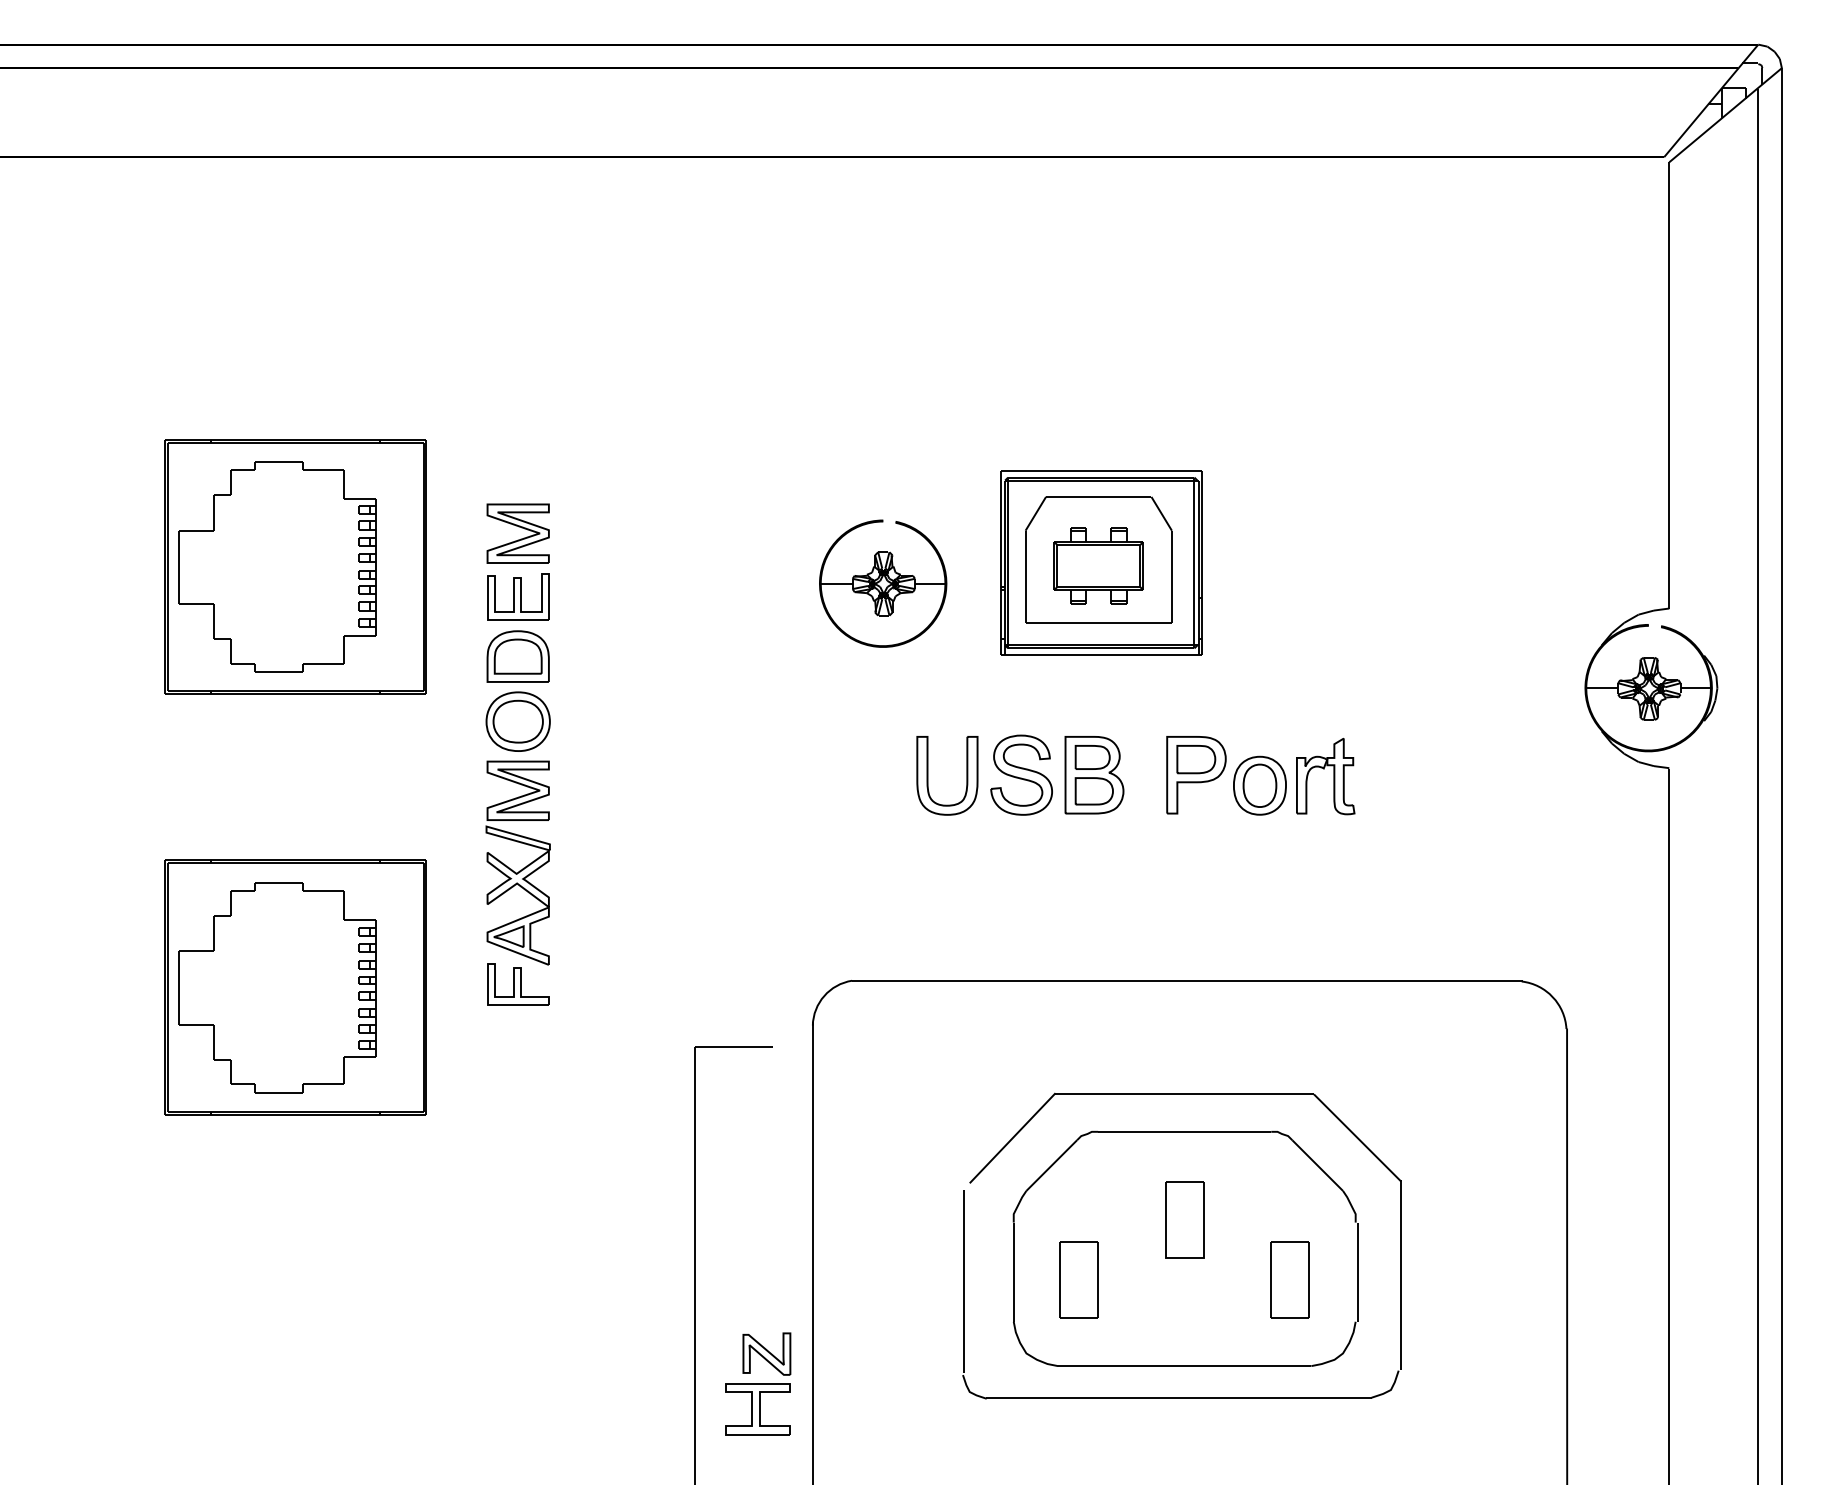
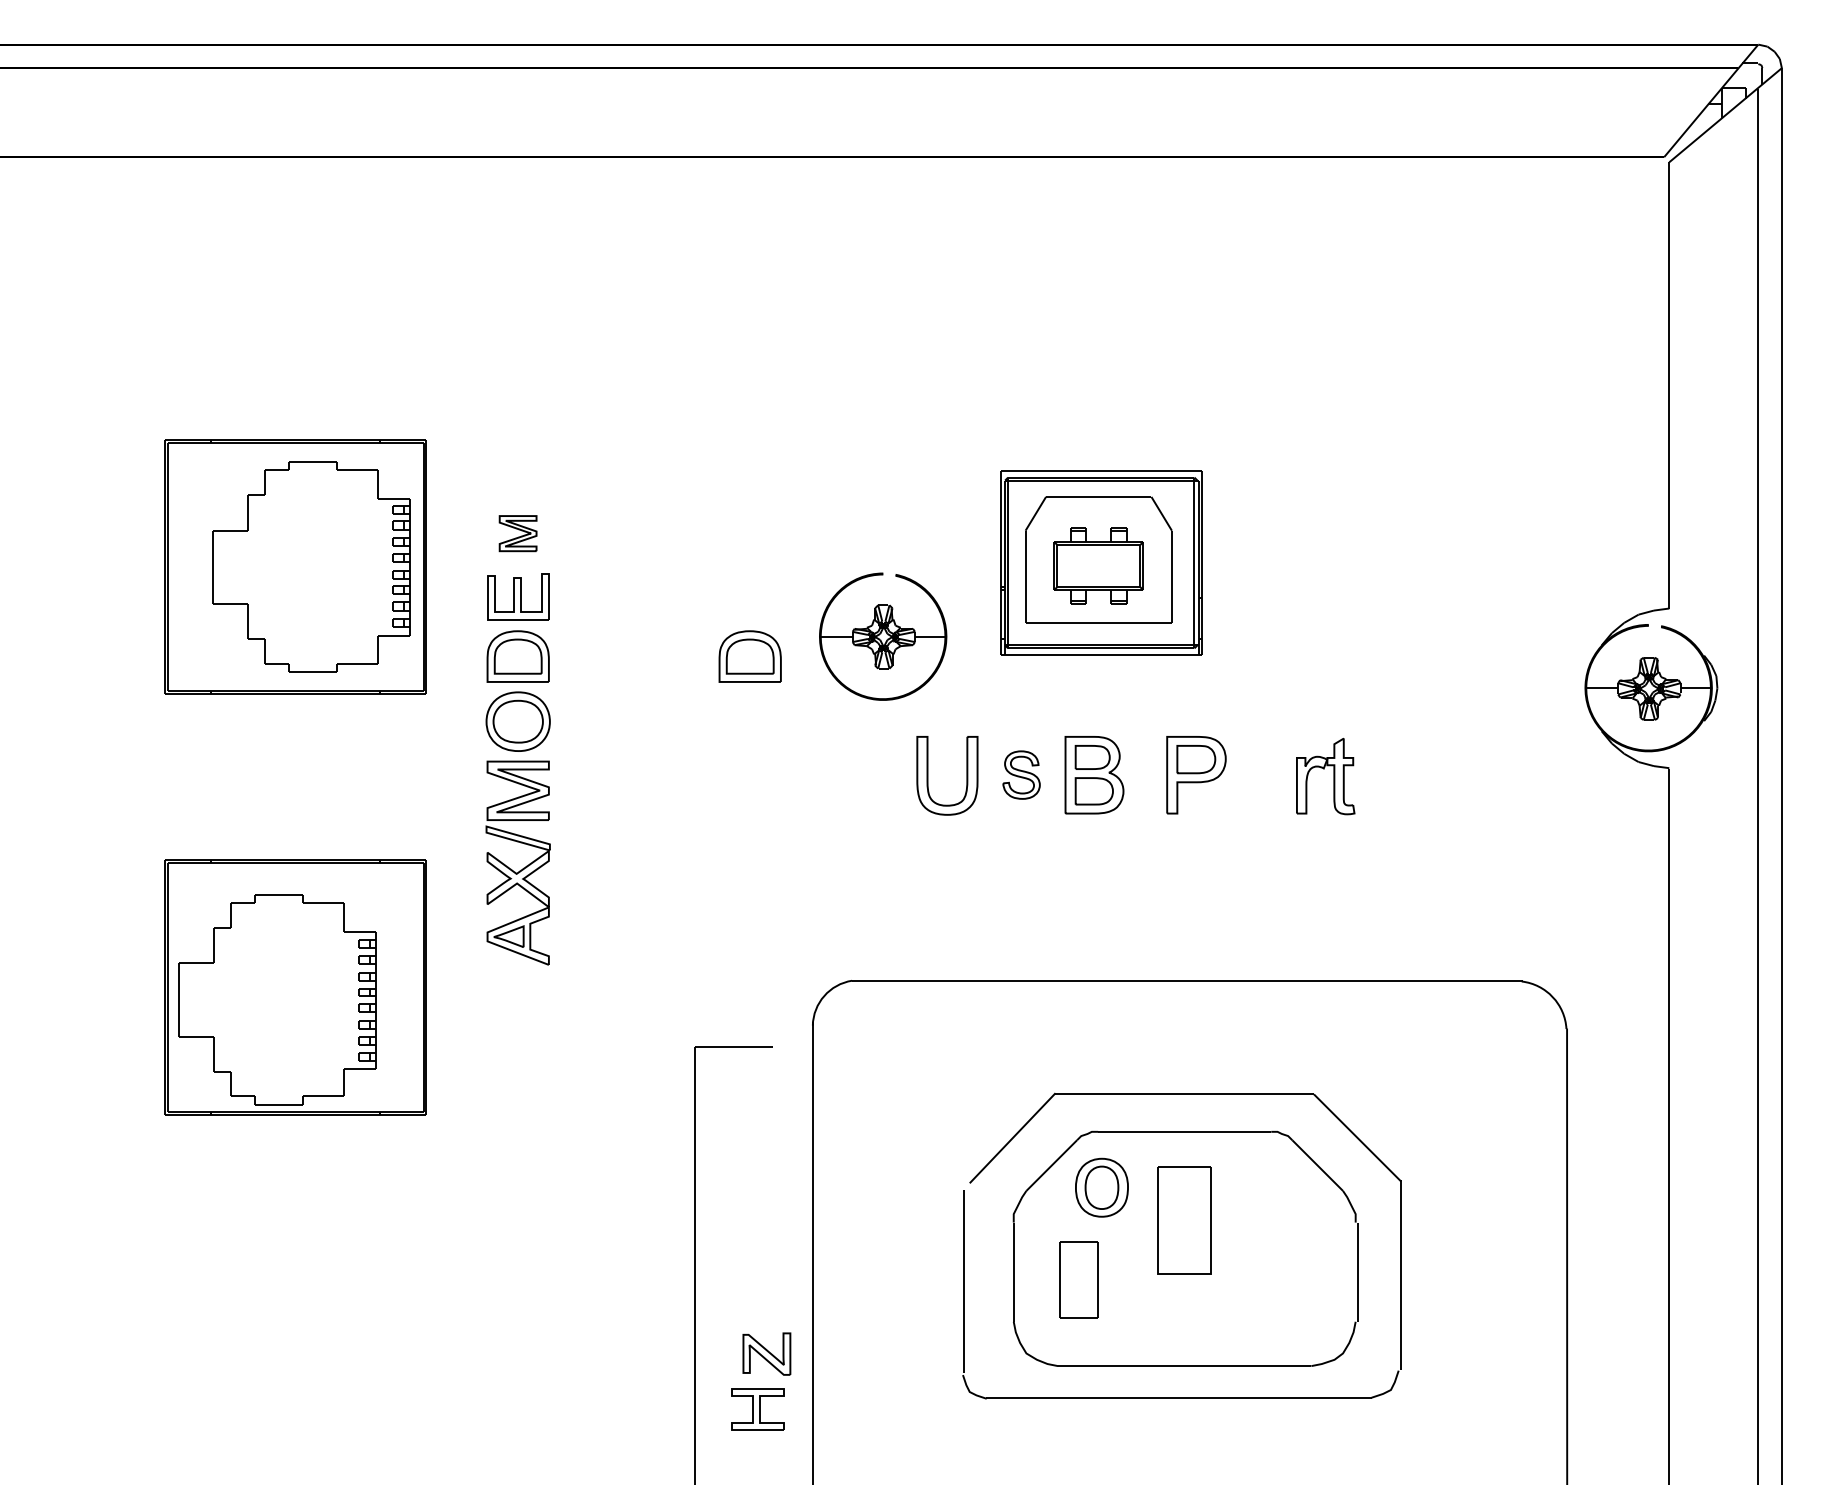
part at (517, 533) size: 64x61 px -> 40x38 px
part at (277, 566) position: (277, 566) -> (311, 566)
part at (883, 583) position: (883, 583) -> (883, 636)
part at (749, 656): none -> present
part at (1021, 774) size: 63x82 px -> 39x50 px
part at (1259, 785) position: (1259, 785) -> (1101, 1187)
part at (518, 984): present -> none
part at (277, 987) position: (277, 987) -> (277, 999)
part at (1184, 1219) size: 40x78 px -> 55x109 px
part at (1289, 1279): present -> none
part at (757, 1409) size: 66x53 px -> 54x43 px
